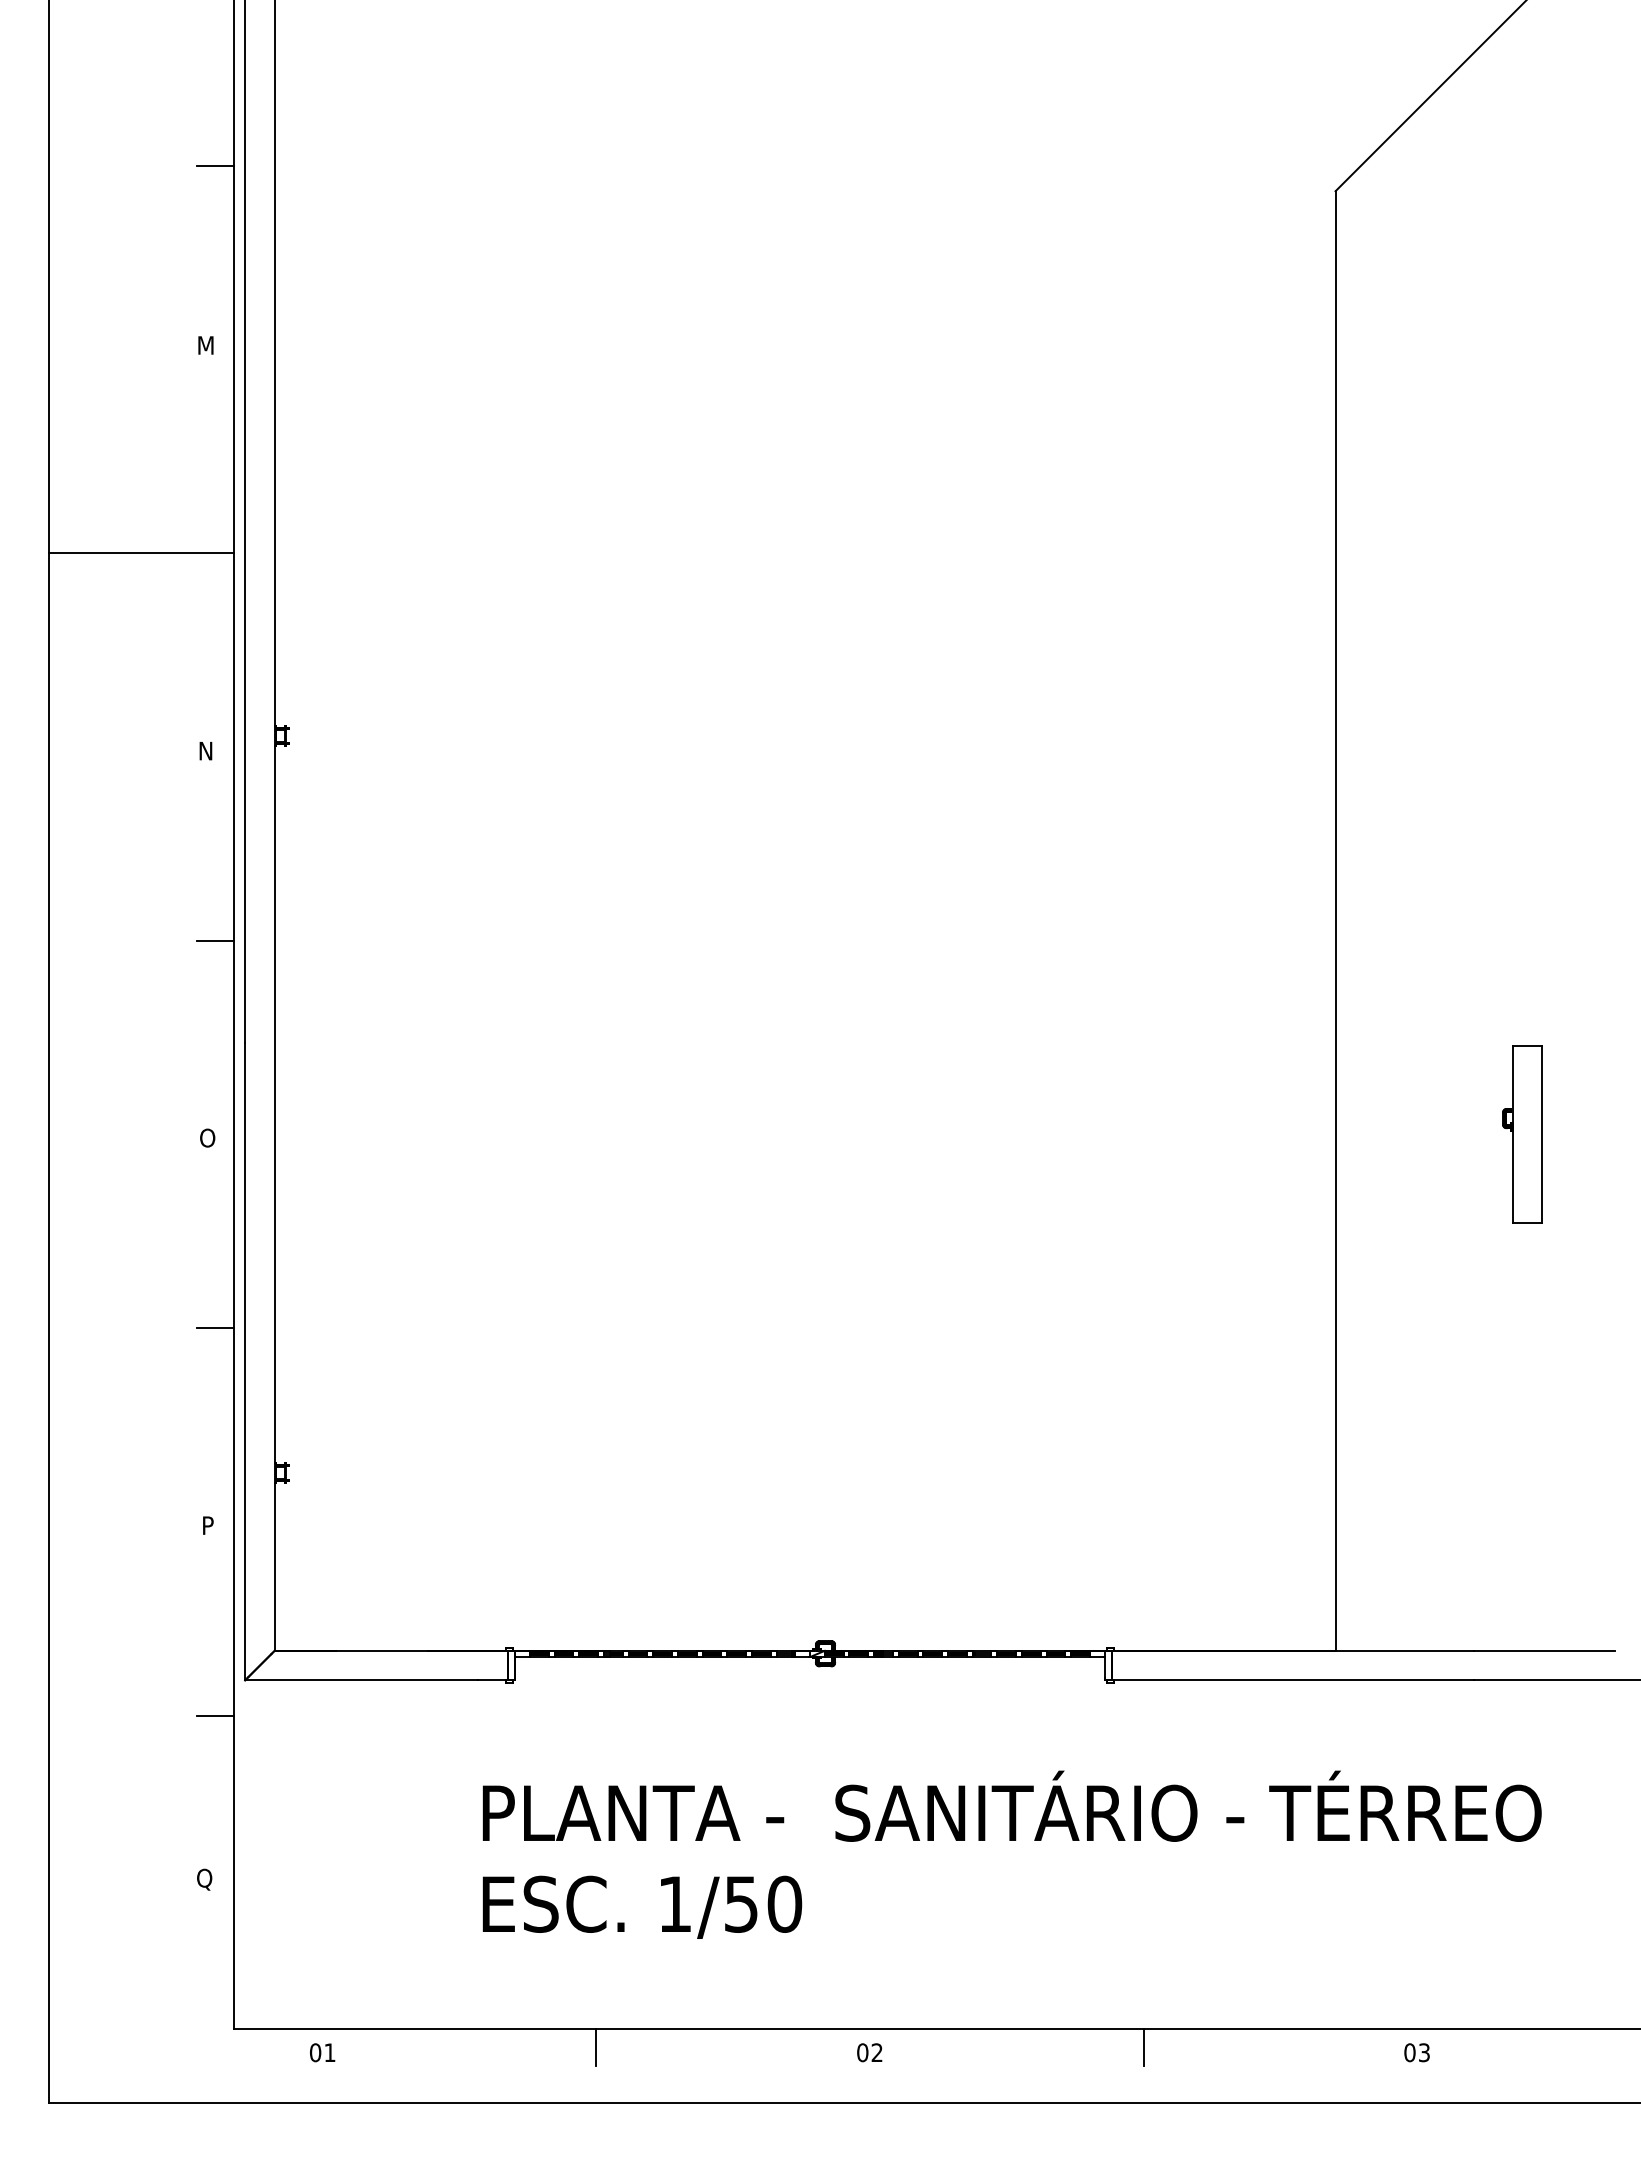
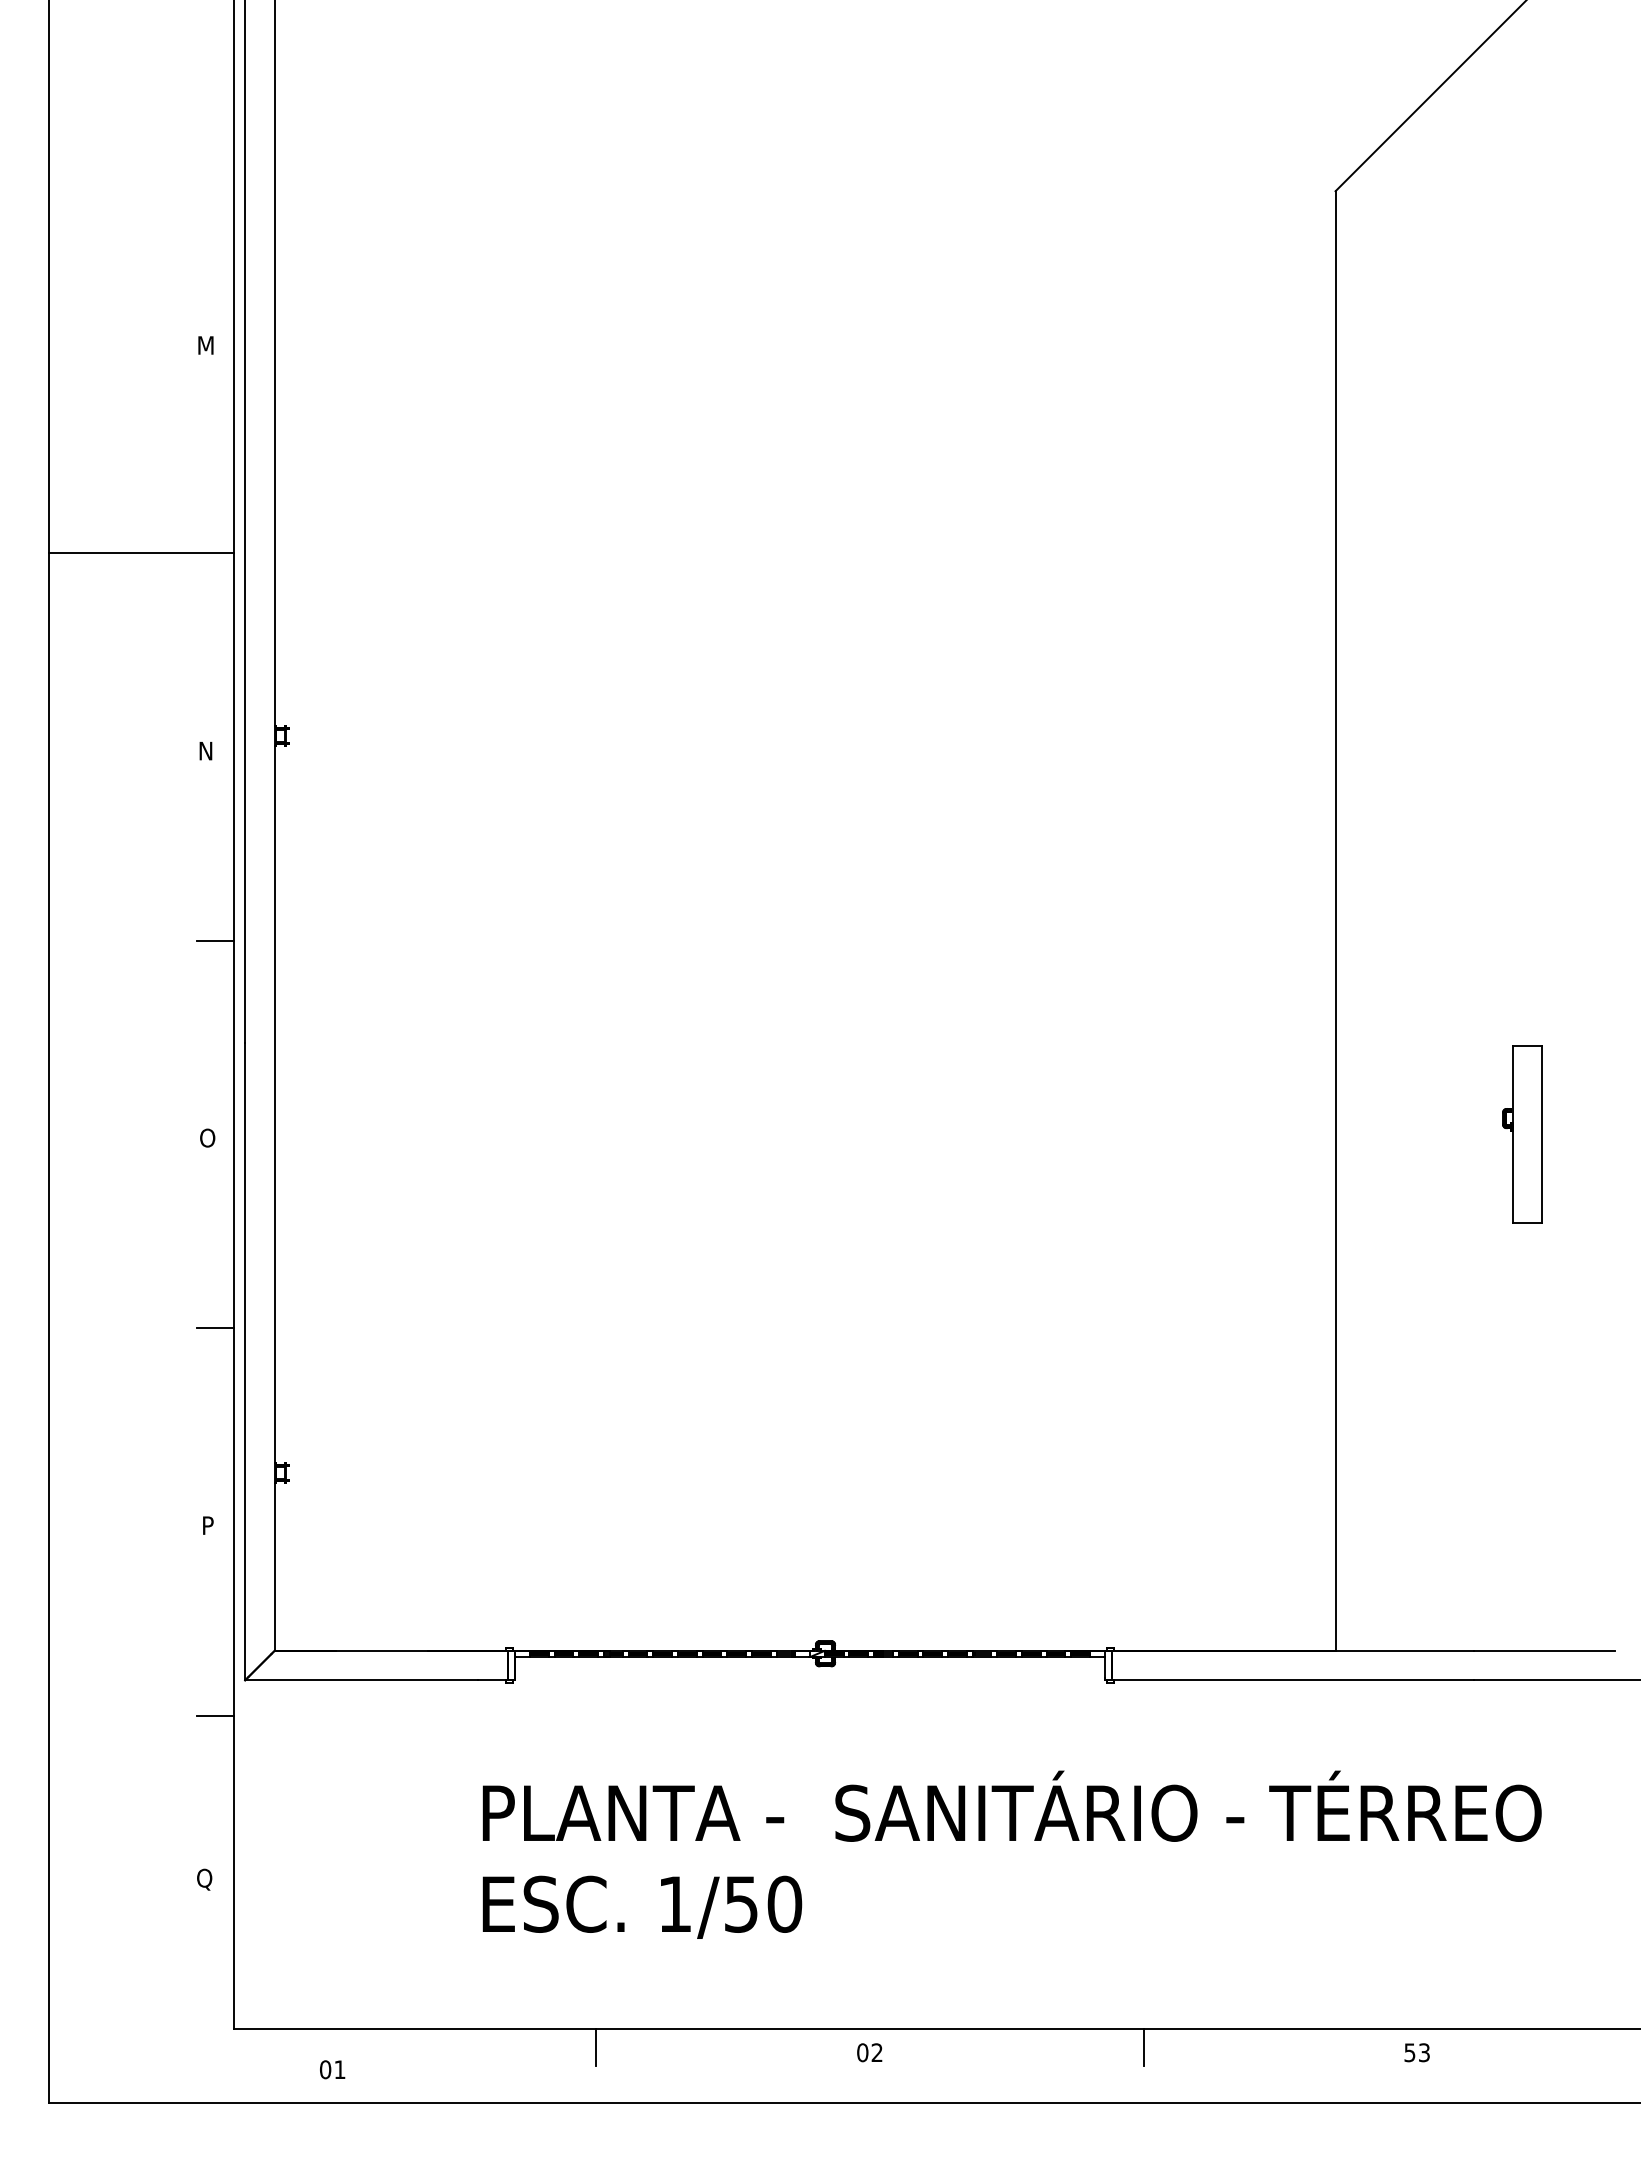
line at (214, 166): present -> none
text at (322, 2052) position: (322, 2052) -> (332, 2069)
text at (1409, 2052): 03 -> 53
